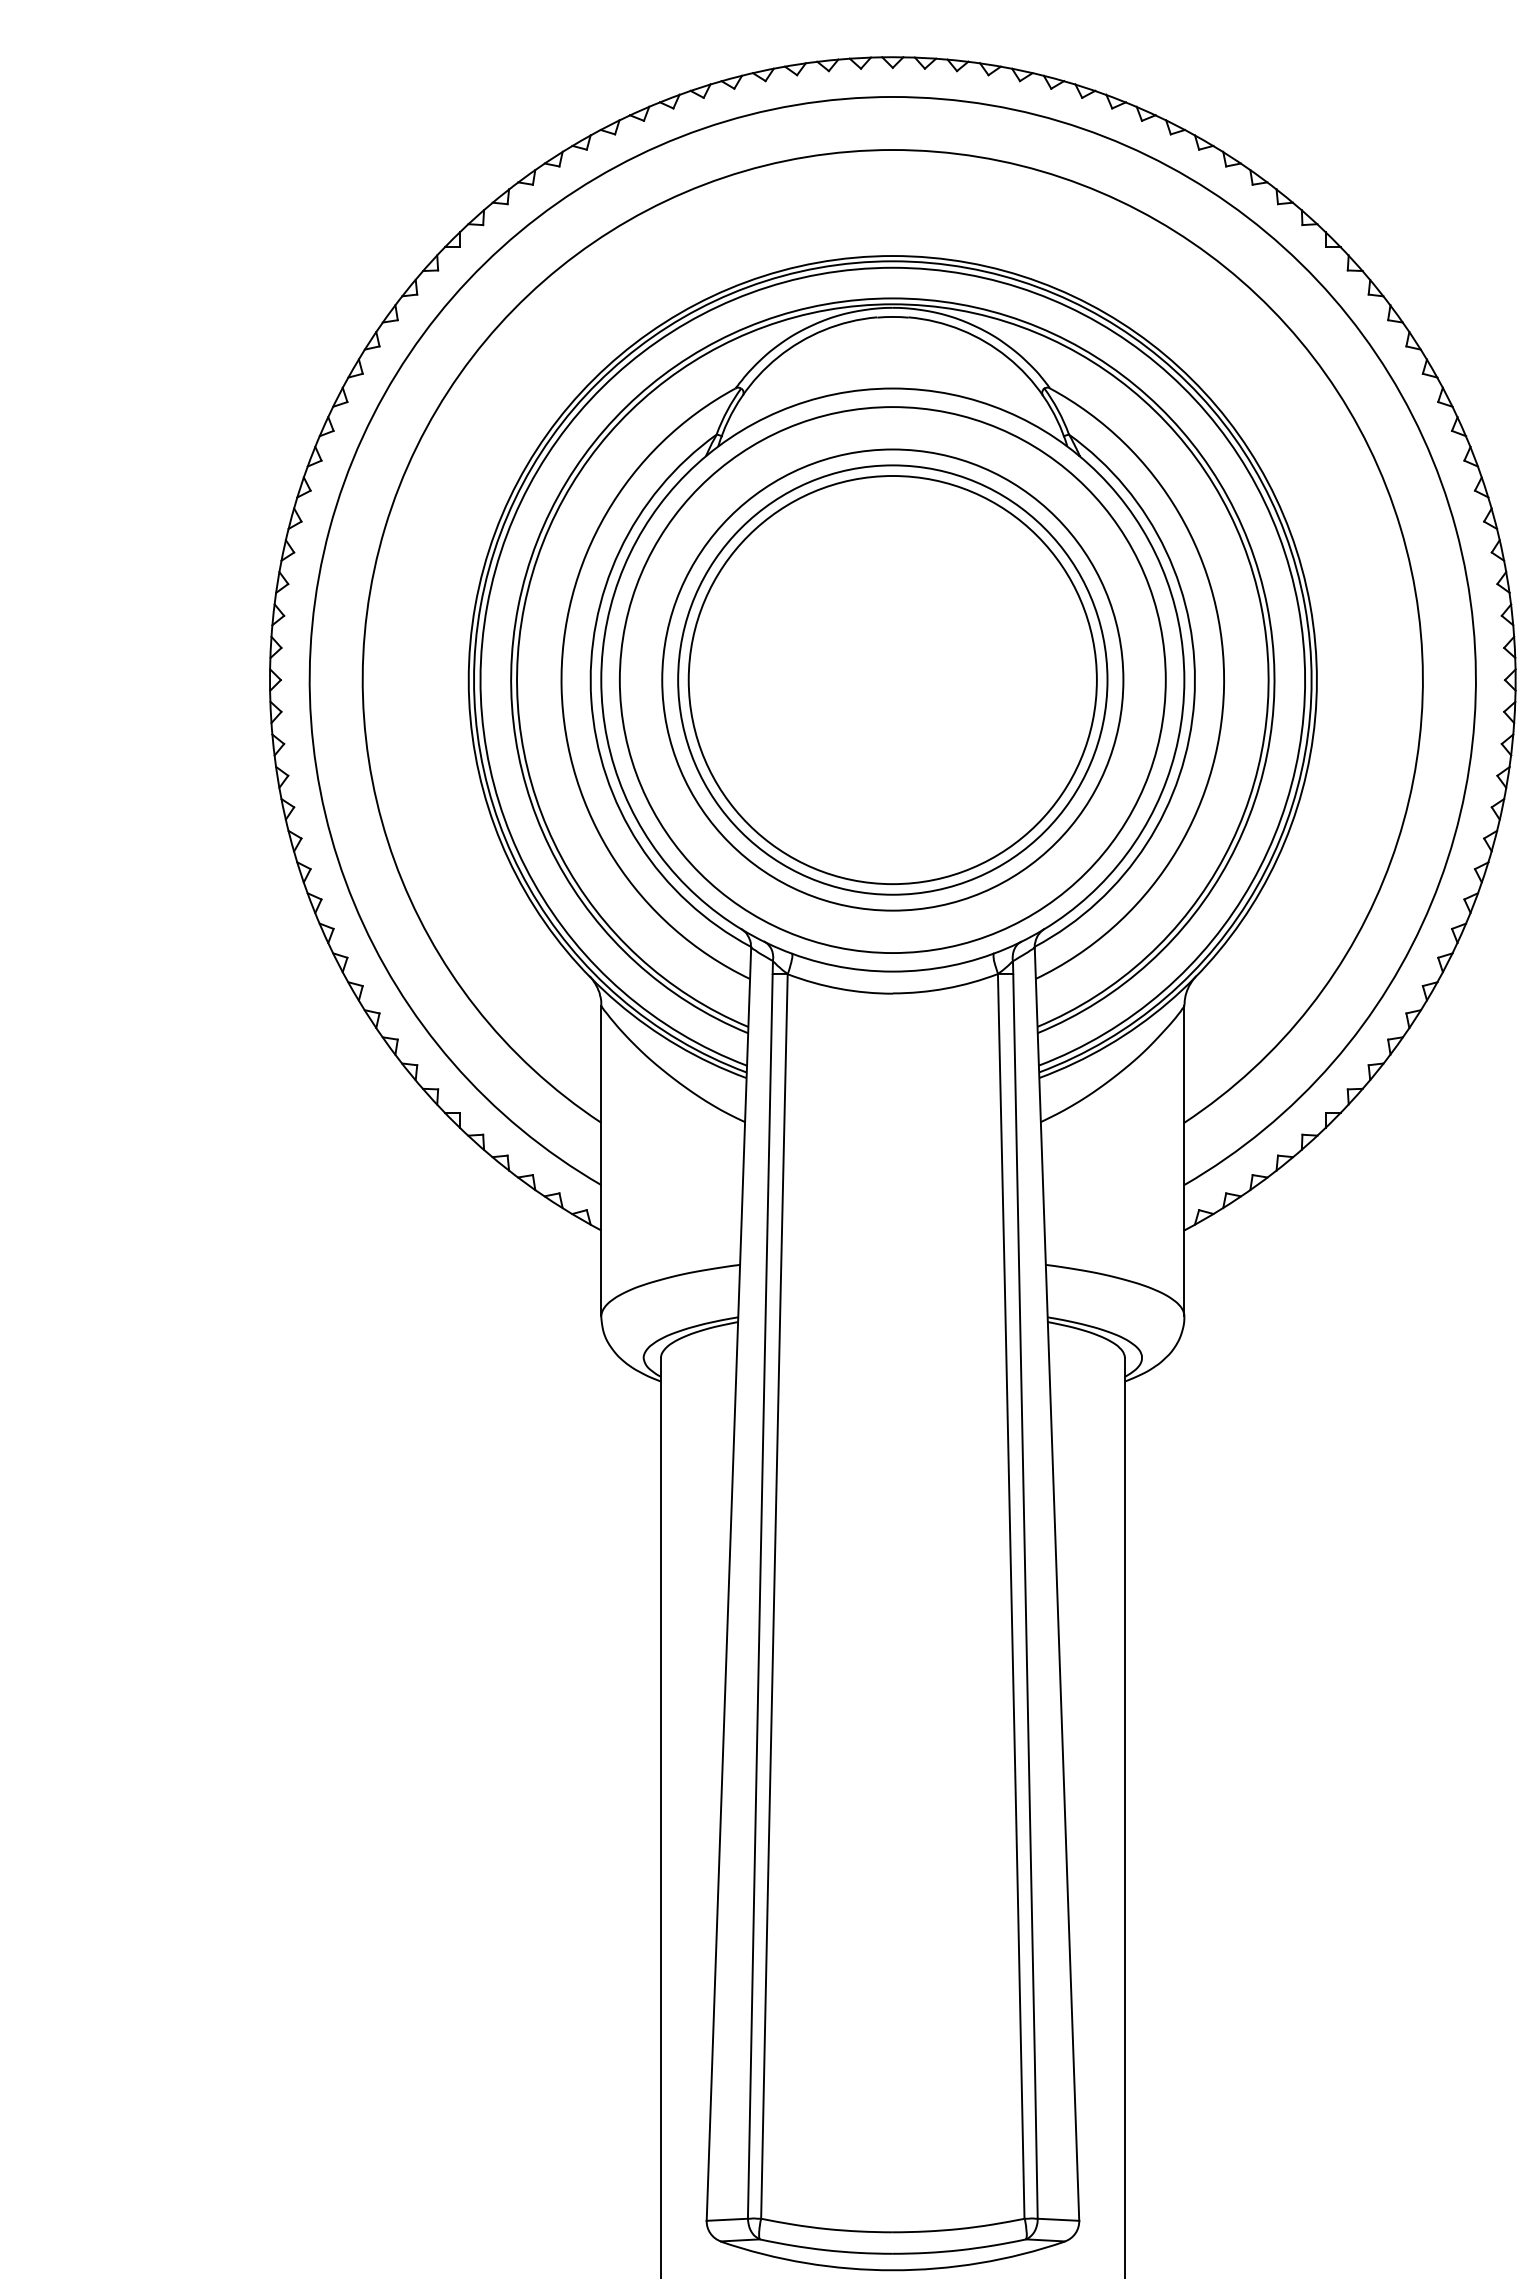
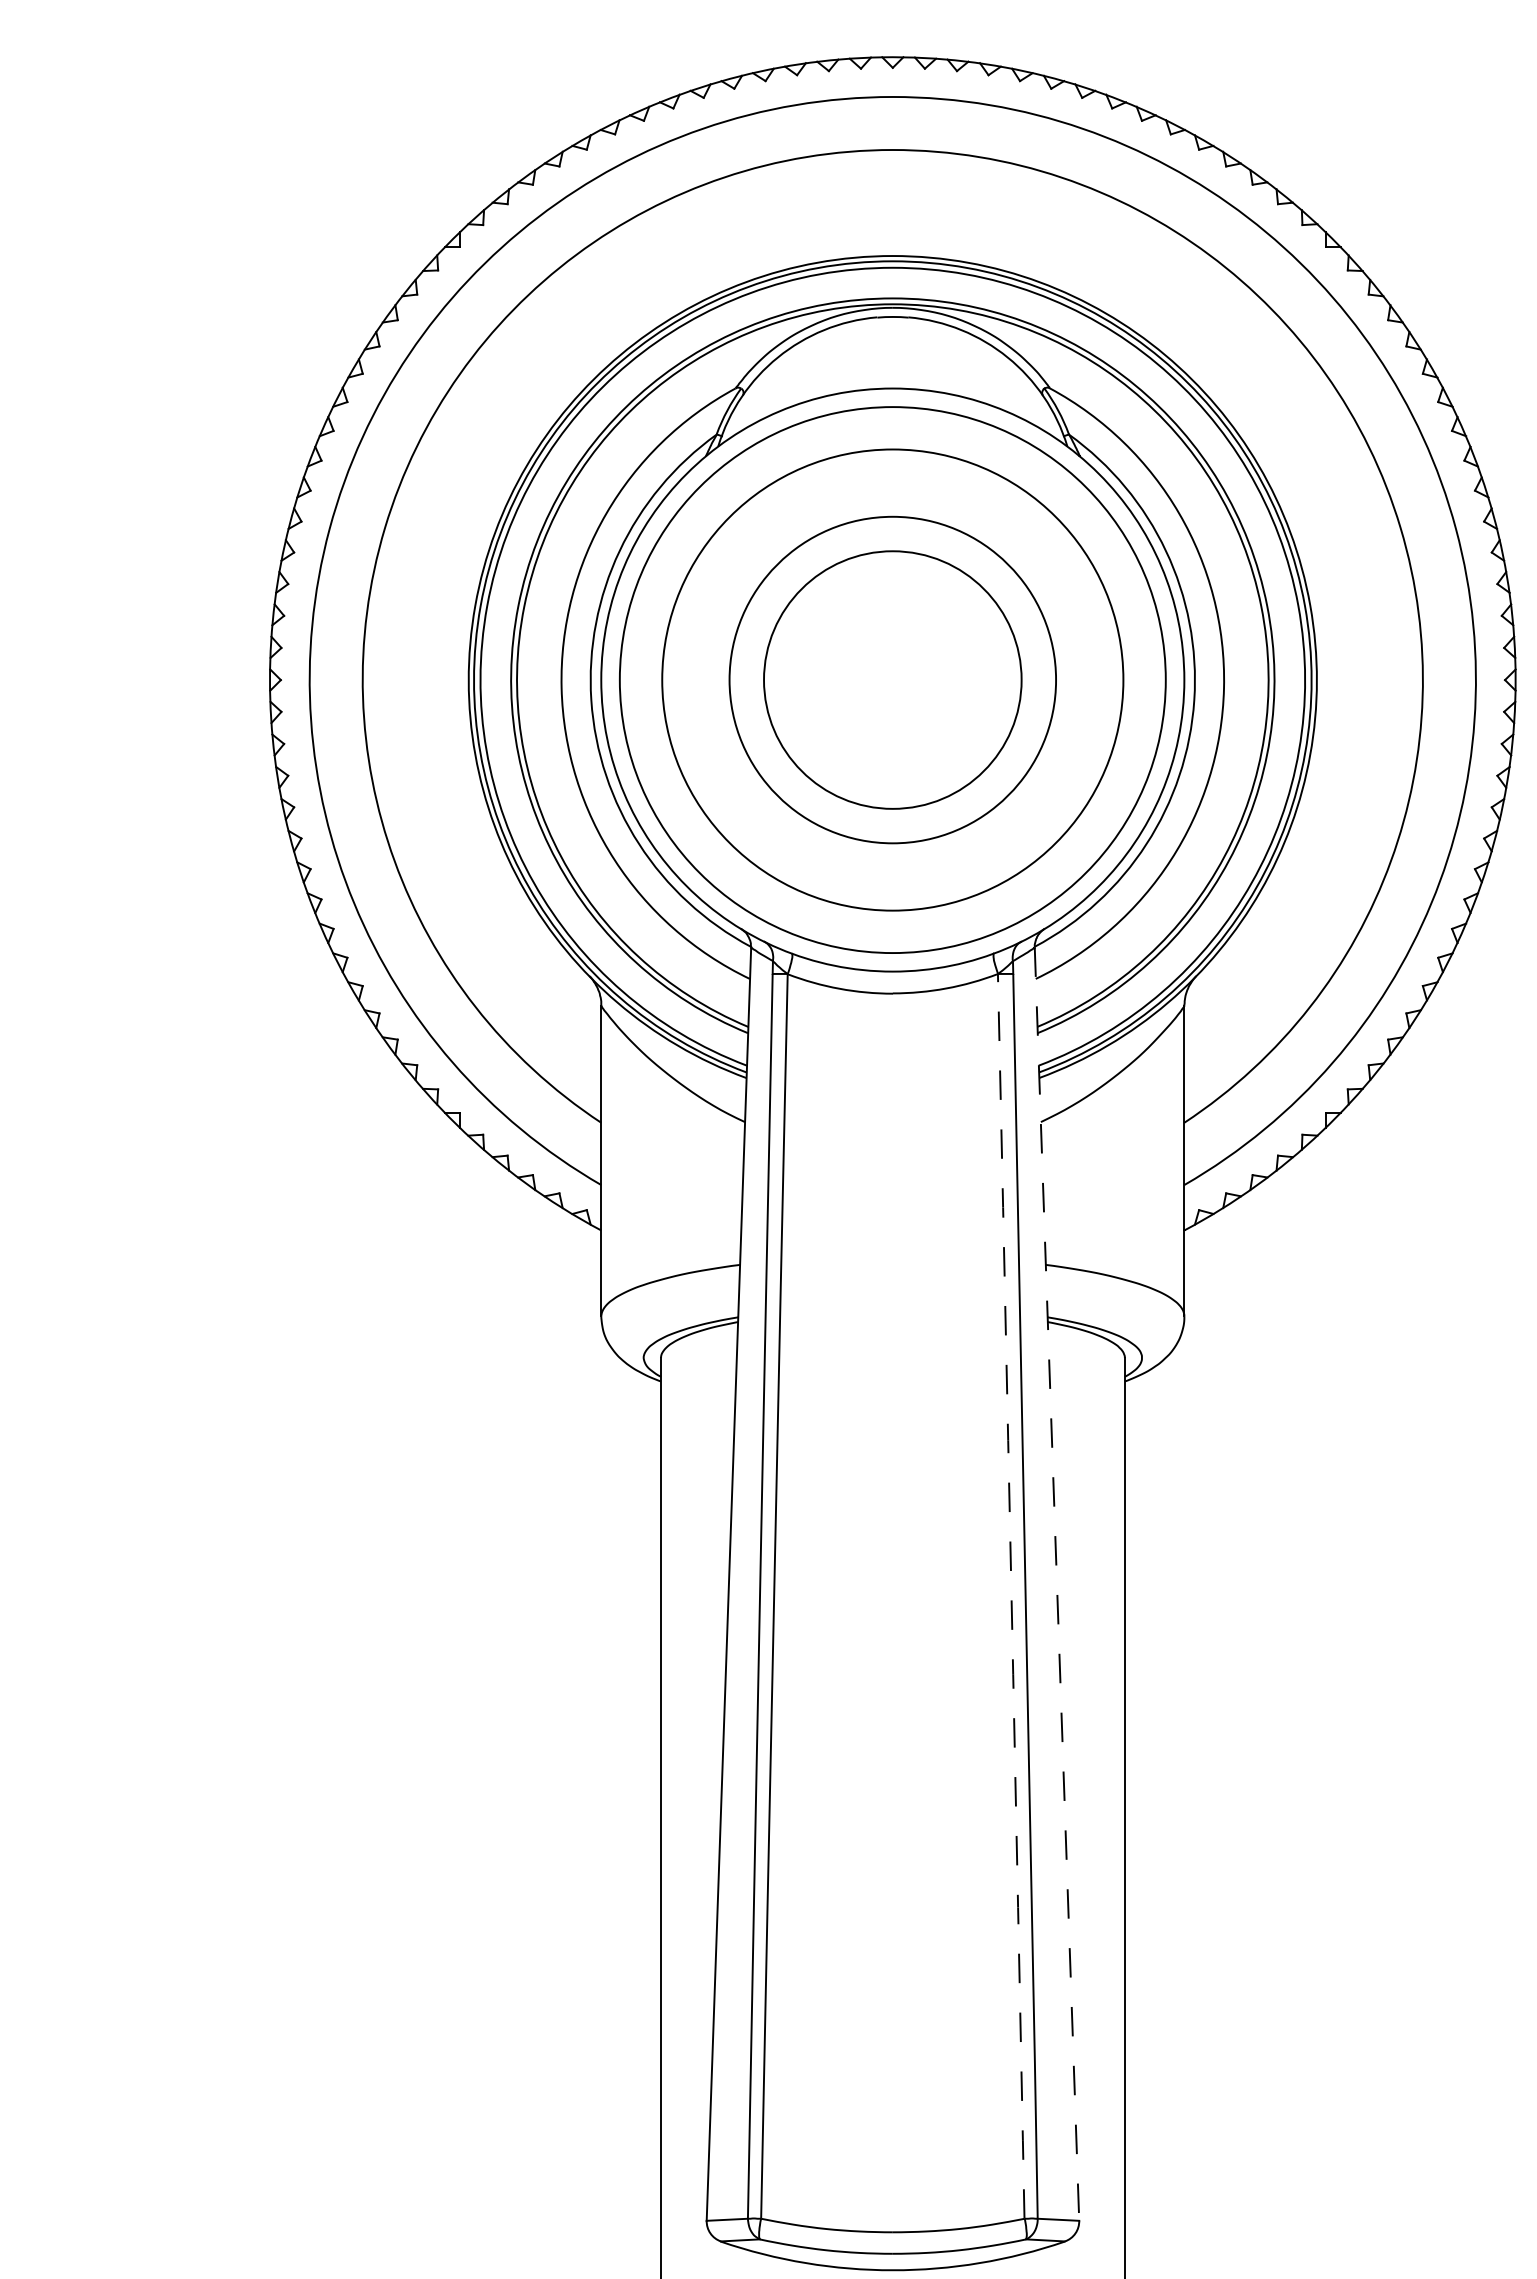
circle at (892, 679) diameter: 429 px -> 258 px
circle at (892, 680) diameter: 408 px -> 327 px
line at (1057, 1584): solid -> dashed
arc at (1011, 1596): solid -> dashed
